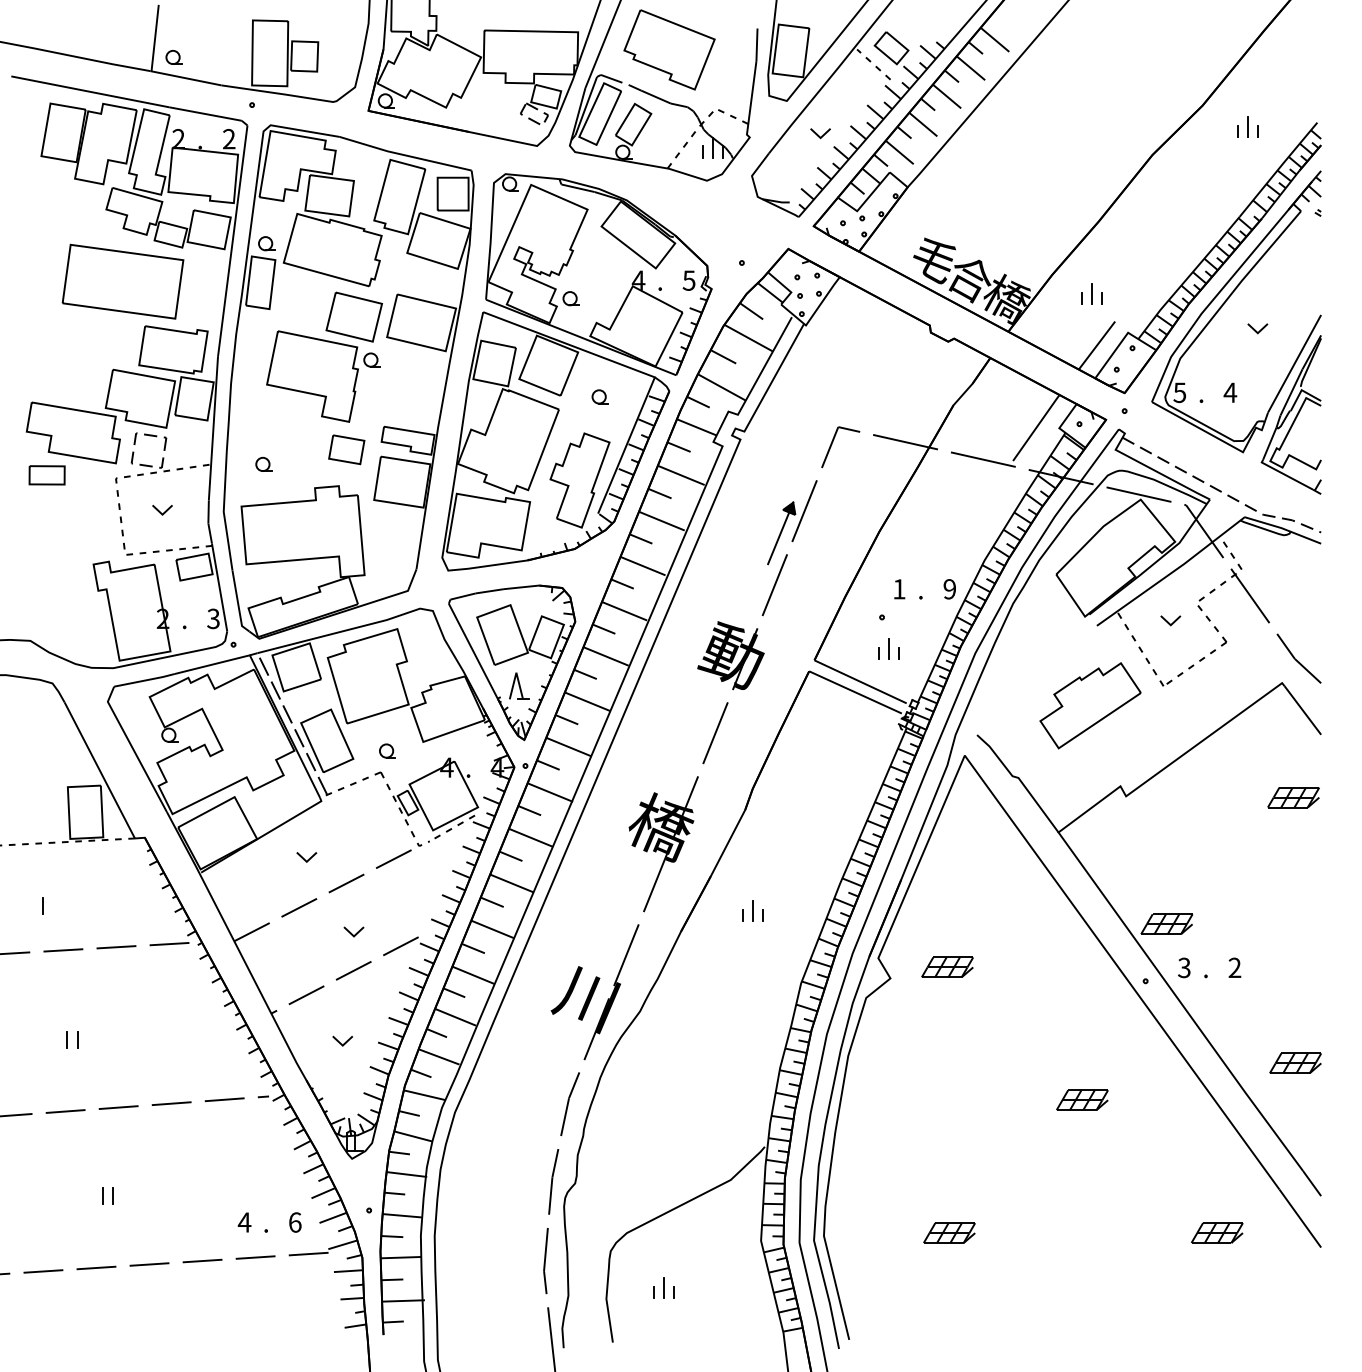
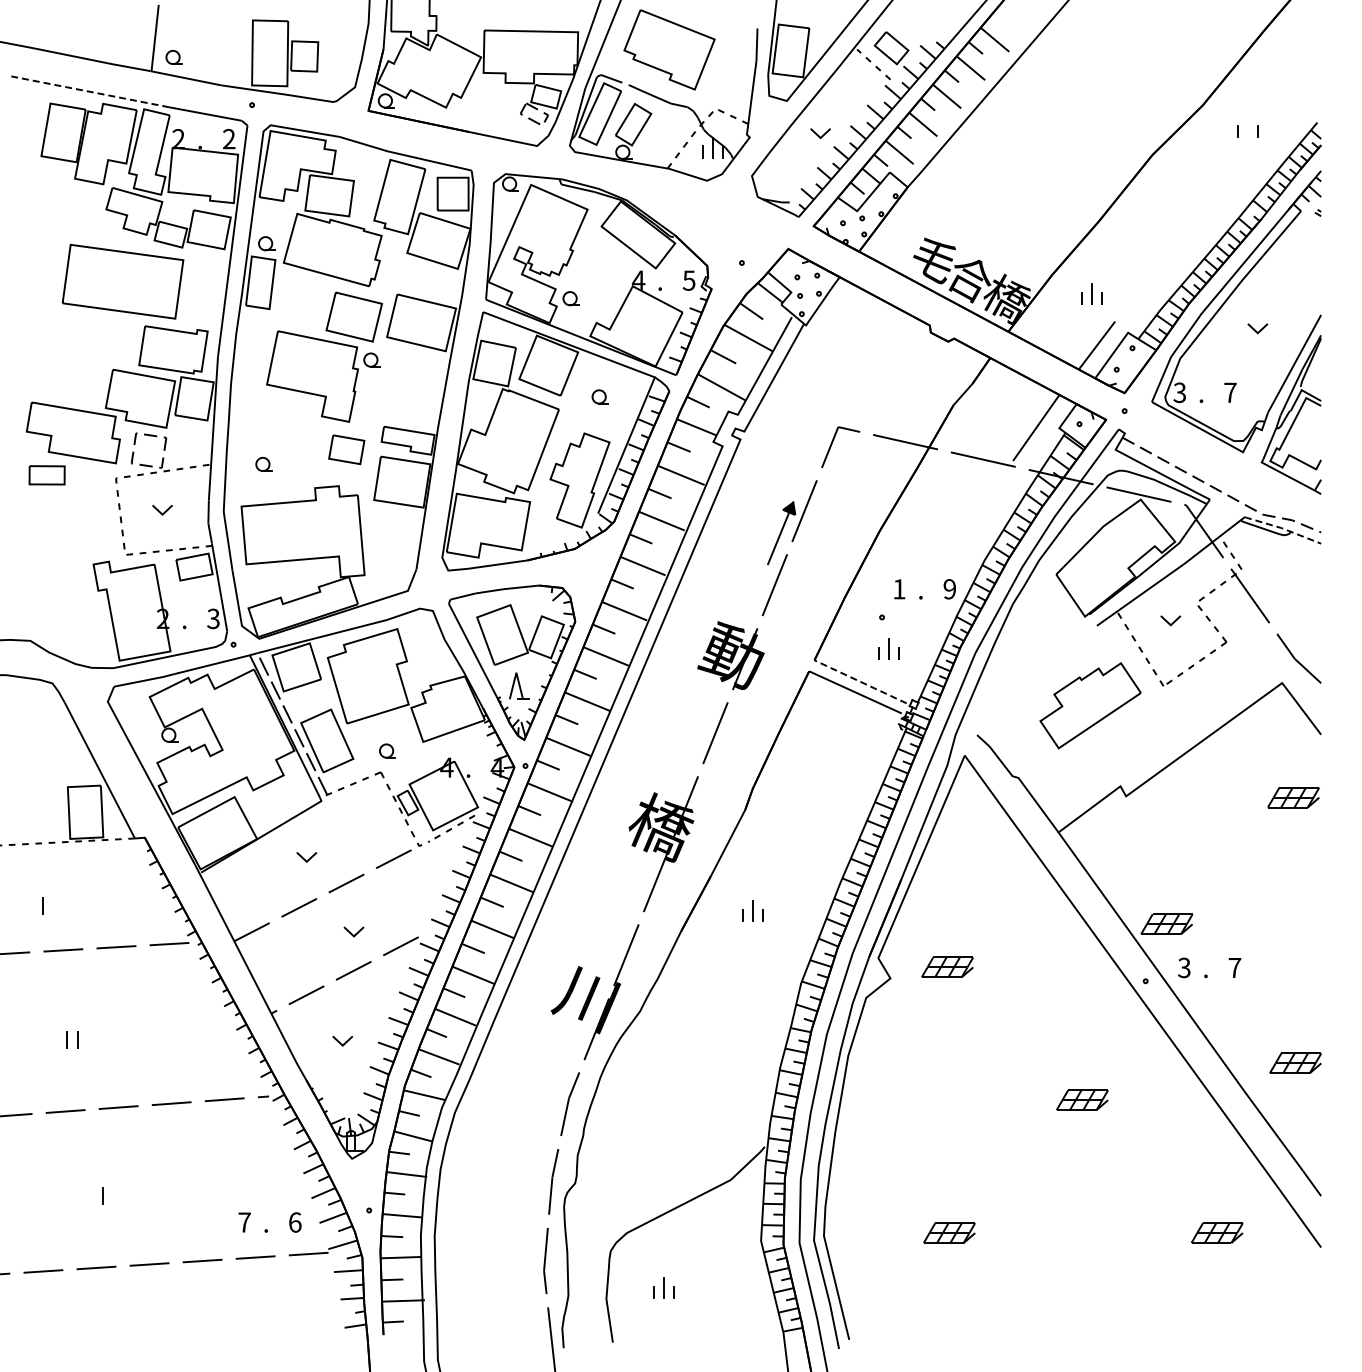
line at (89, 91): solid -> dashed
line at (1247, 126): present -> none
text at (1180, 392): 5 -> 3
text at (1230, 392): 4 -> 7
line at (1282, 528): solid -> dashed
line at (860, 681): solid -> dashed
text at (1234, 967): 2 -> 7
line at (112, 1195): present -> none
text at (244, 1222): 4 -> 7
